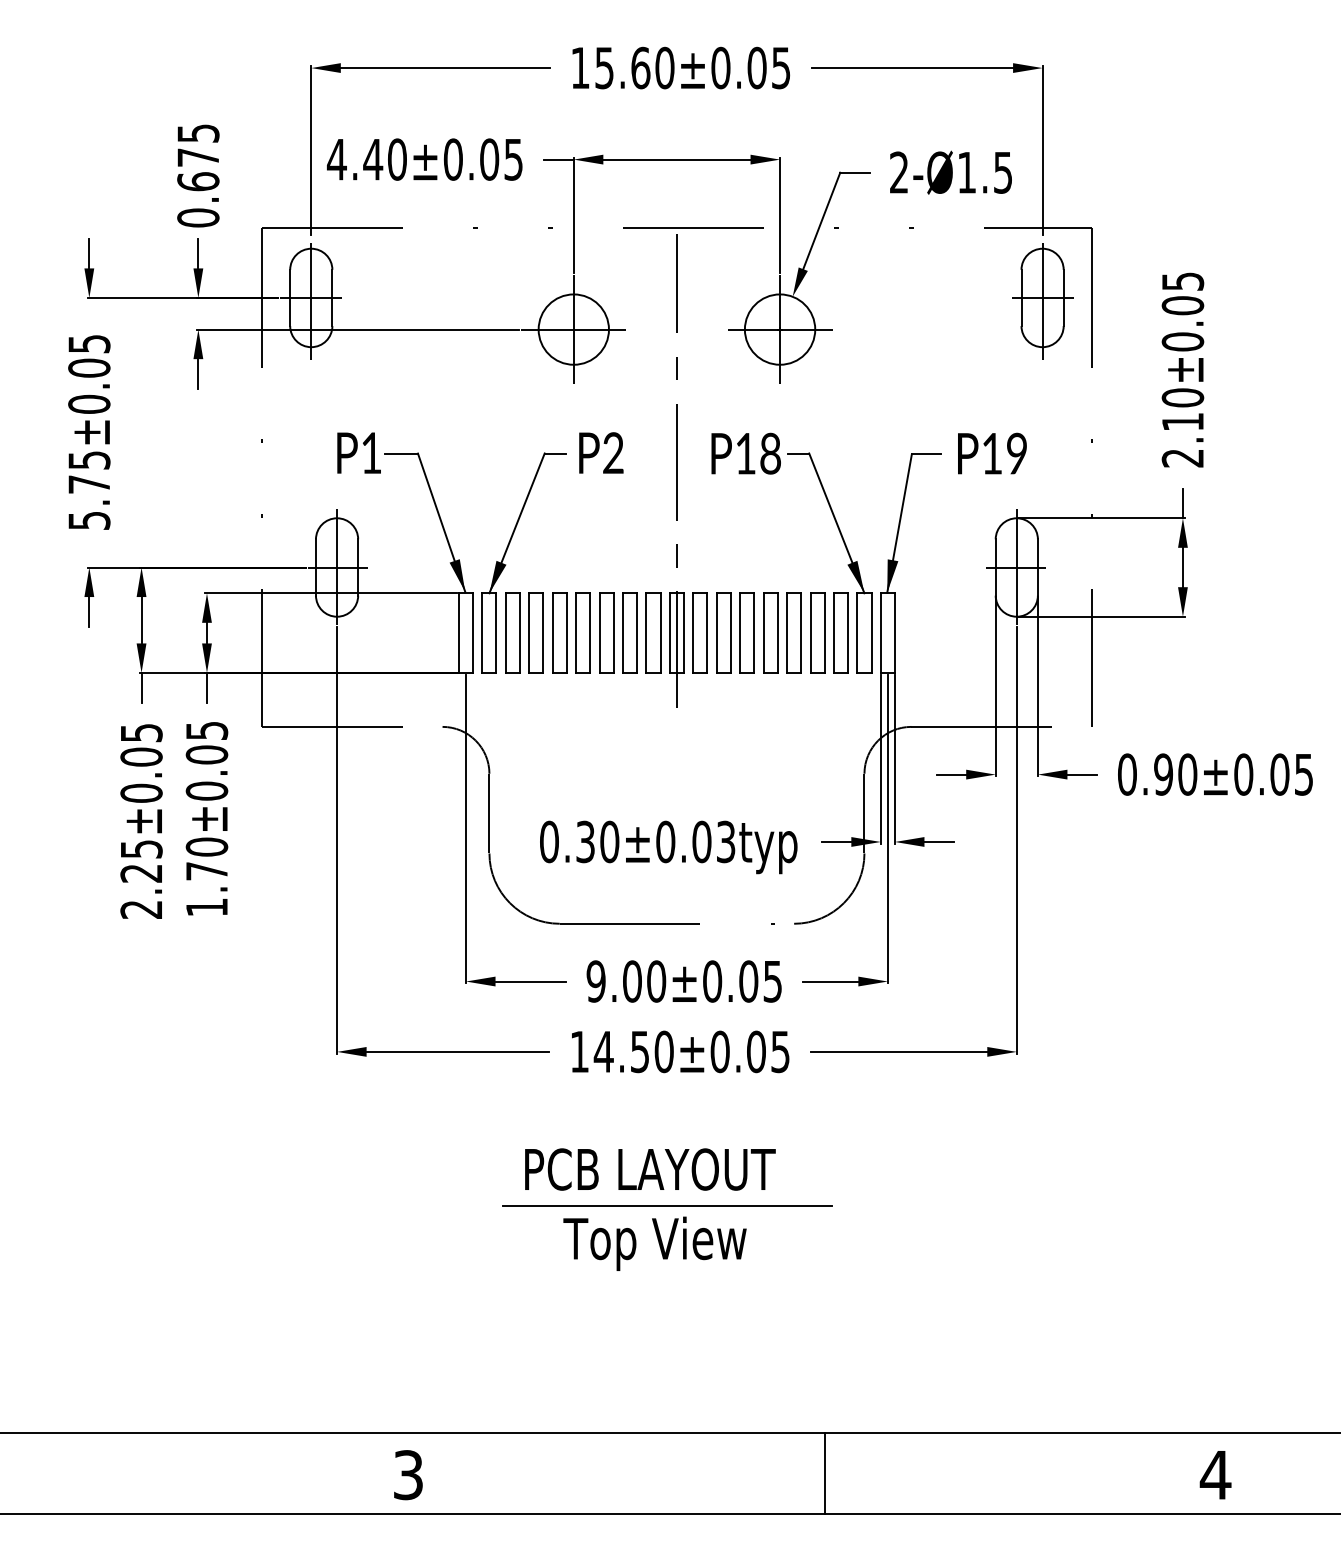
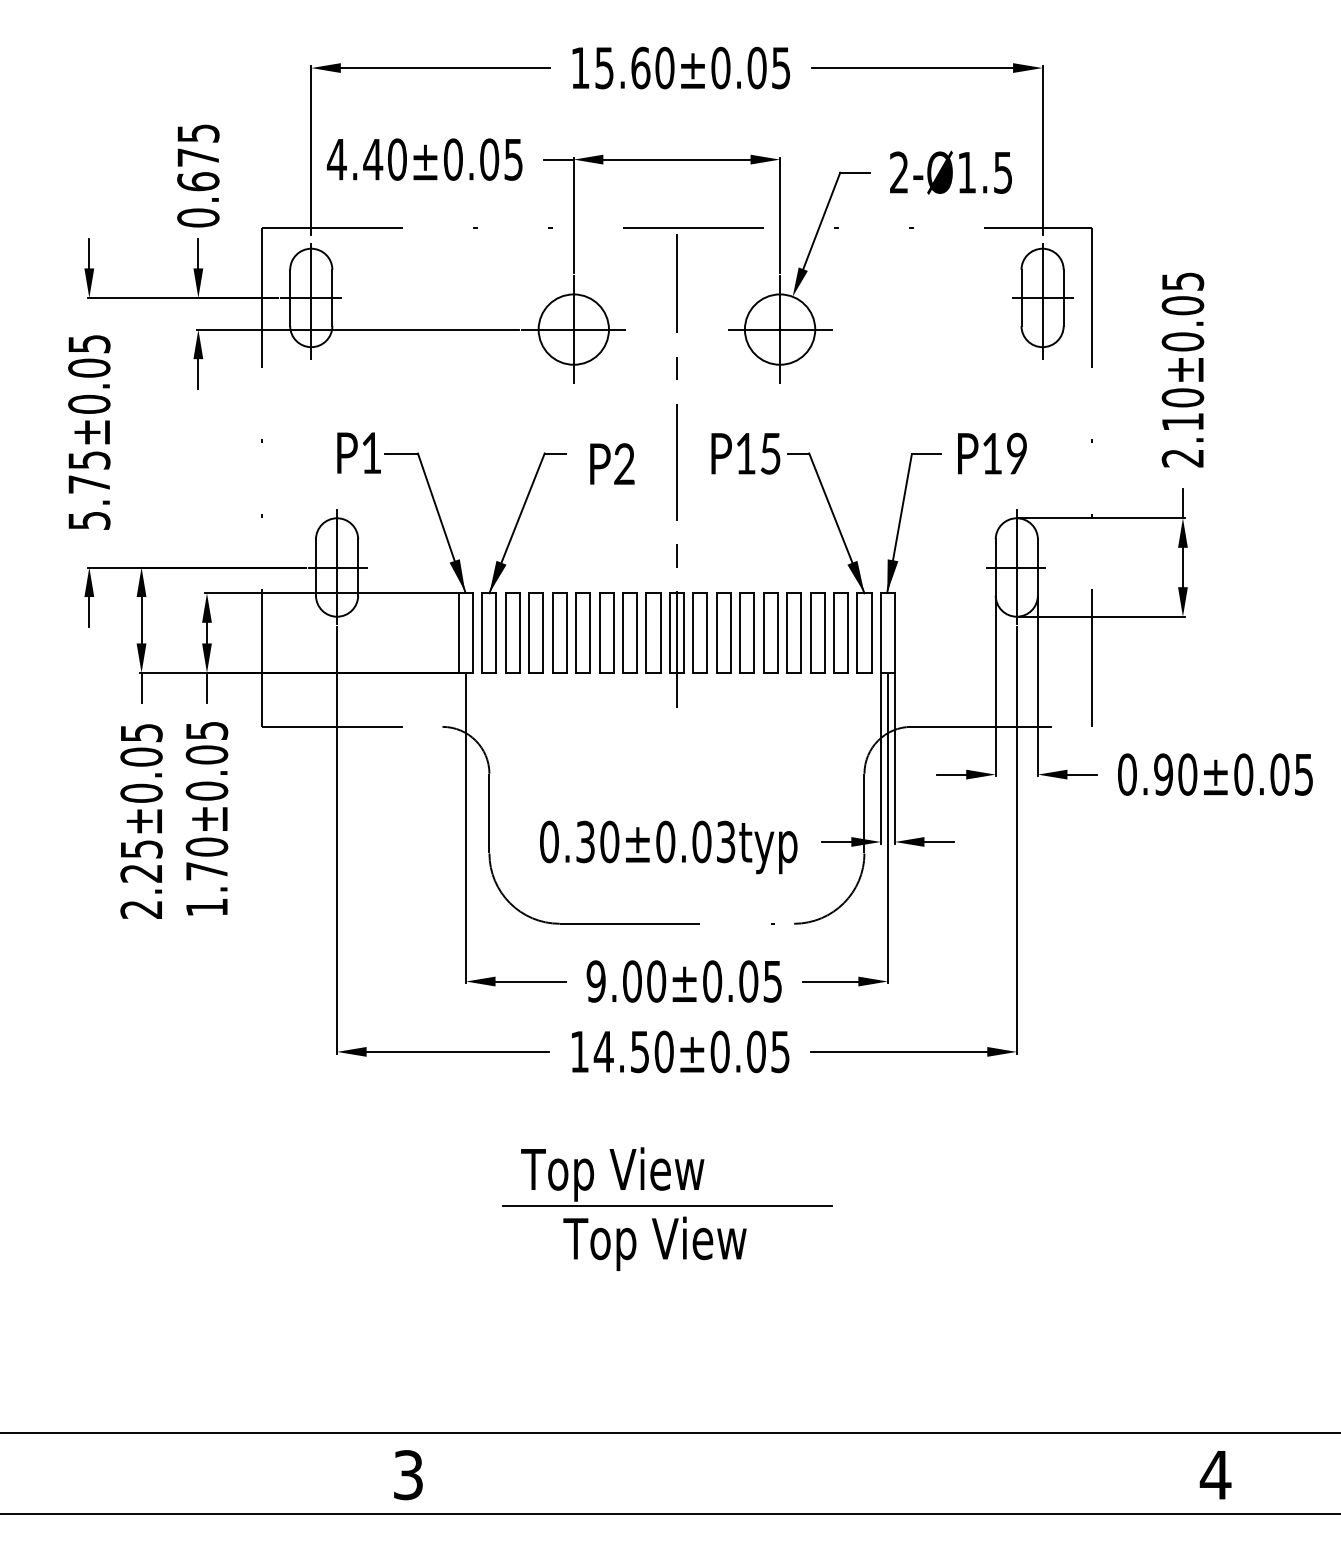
text at (601, 452) position: (601, 452) -> (612, 463)
text at (770, 453): P18 -> P15
text at (648, 1174): PCB LAYOUT -> Top View
line at (825, 1473): present -> none
